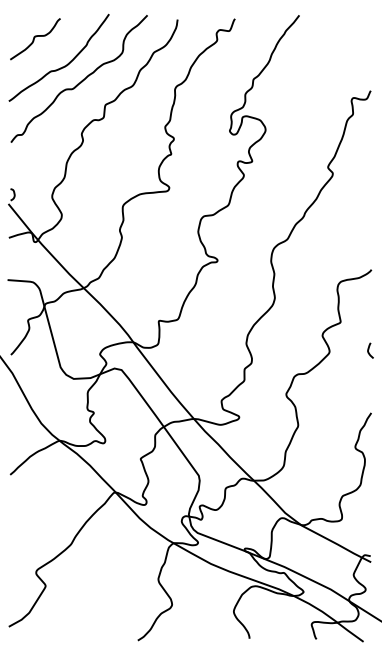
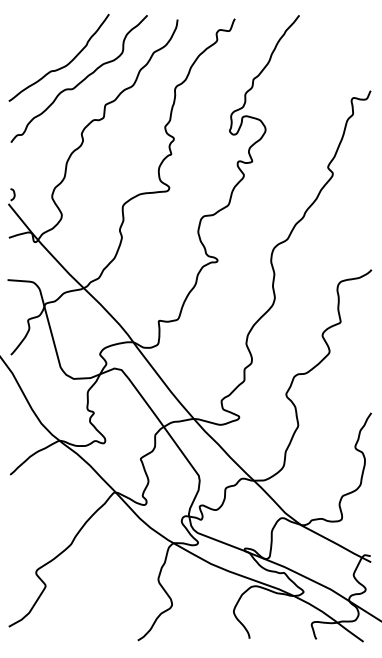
curve at (34, 39): present -> none
curve at (369, 349): present -> none
